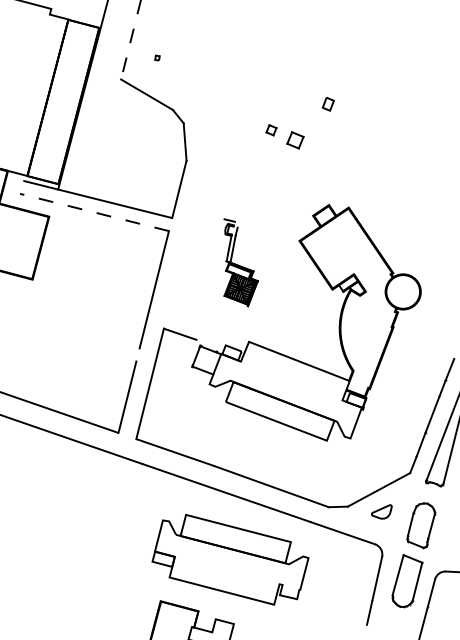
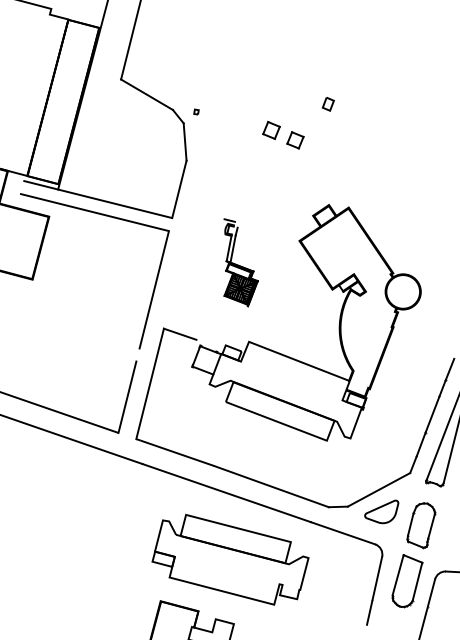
line at (131, 39): dashed -> solid
part at (157, 57) position: (157, 57) -> (196, 111)
part at (271, 130) size: 13x13 px -> 19x20 px
line at (94, 212): dashed -> solid
part at (381, 511) size: 22x16 px -> 36x26 px
